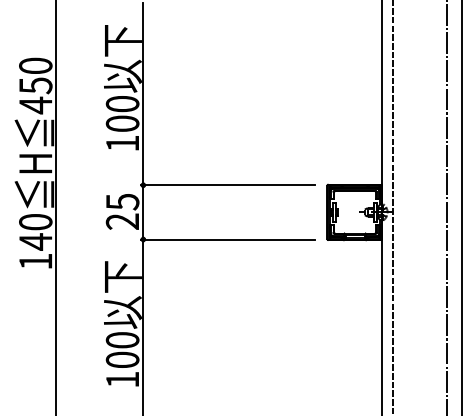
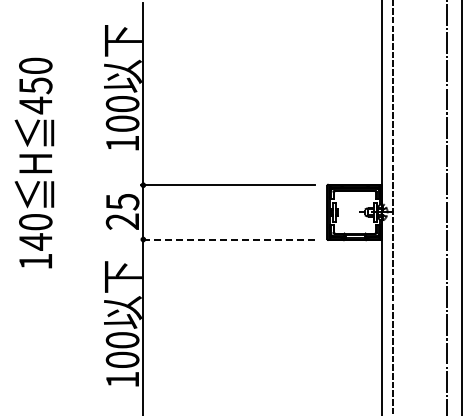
line at (56, 207): present -> none
line at (228, 239): solid -> dashed
